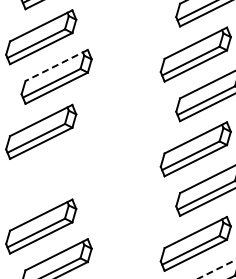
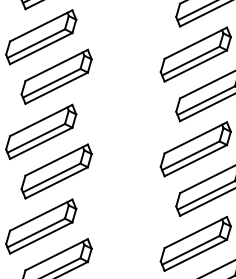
line at (56, 65): dashed -> solid
part at (56, 171): none -> present
line at (216, 269): dashed -> solid
